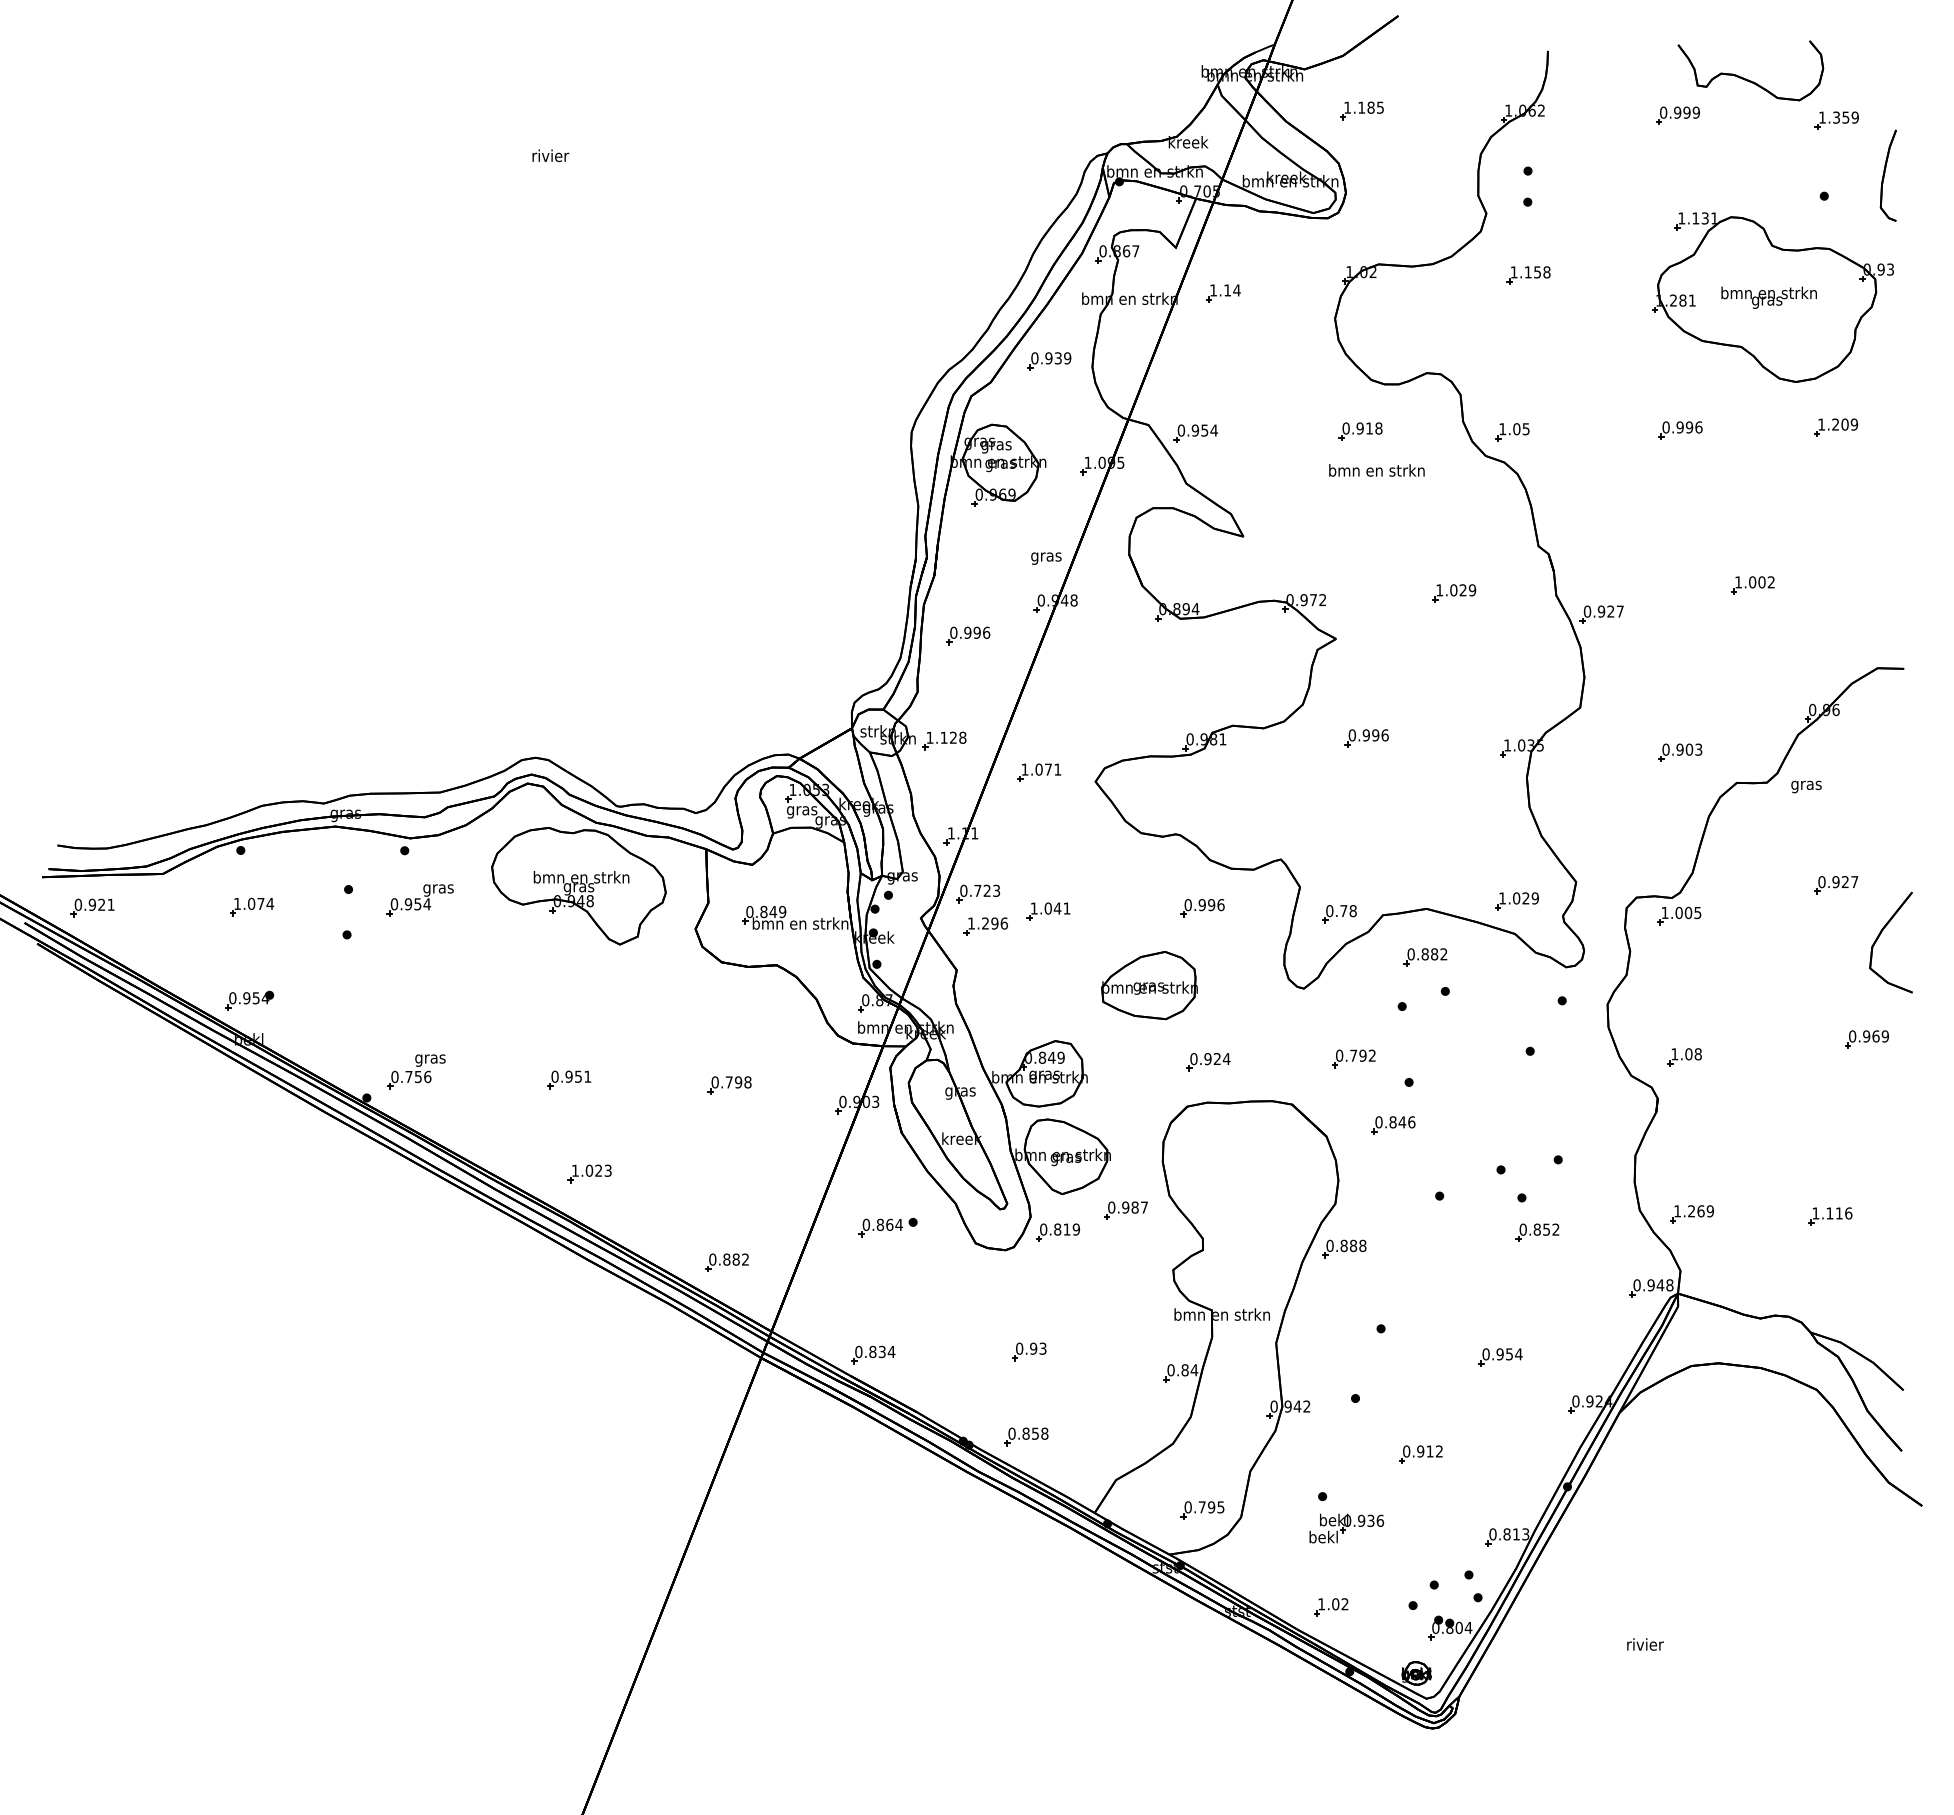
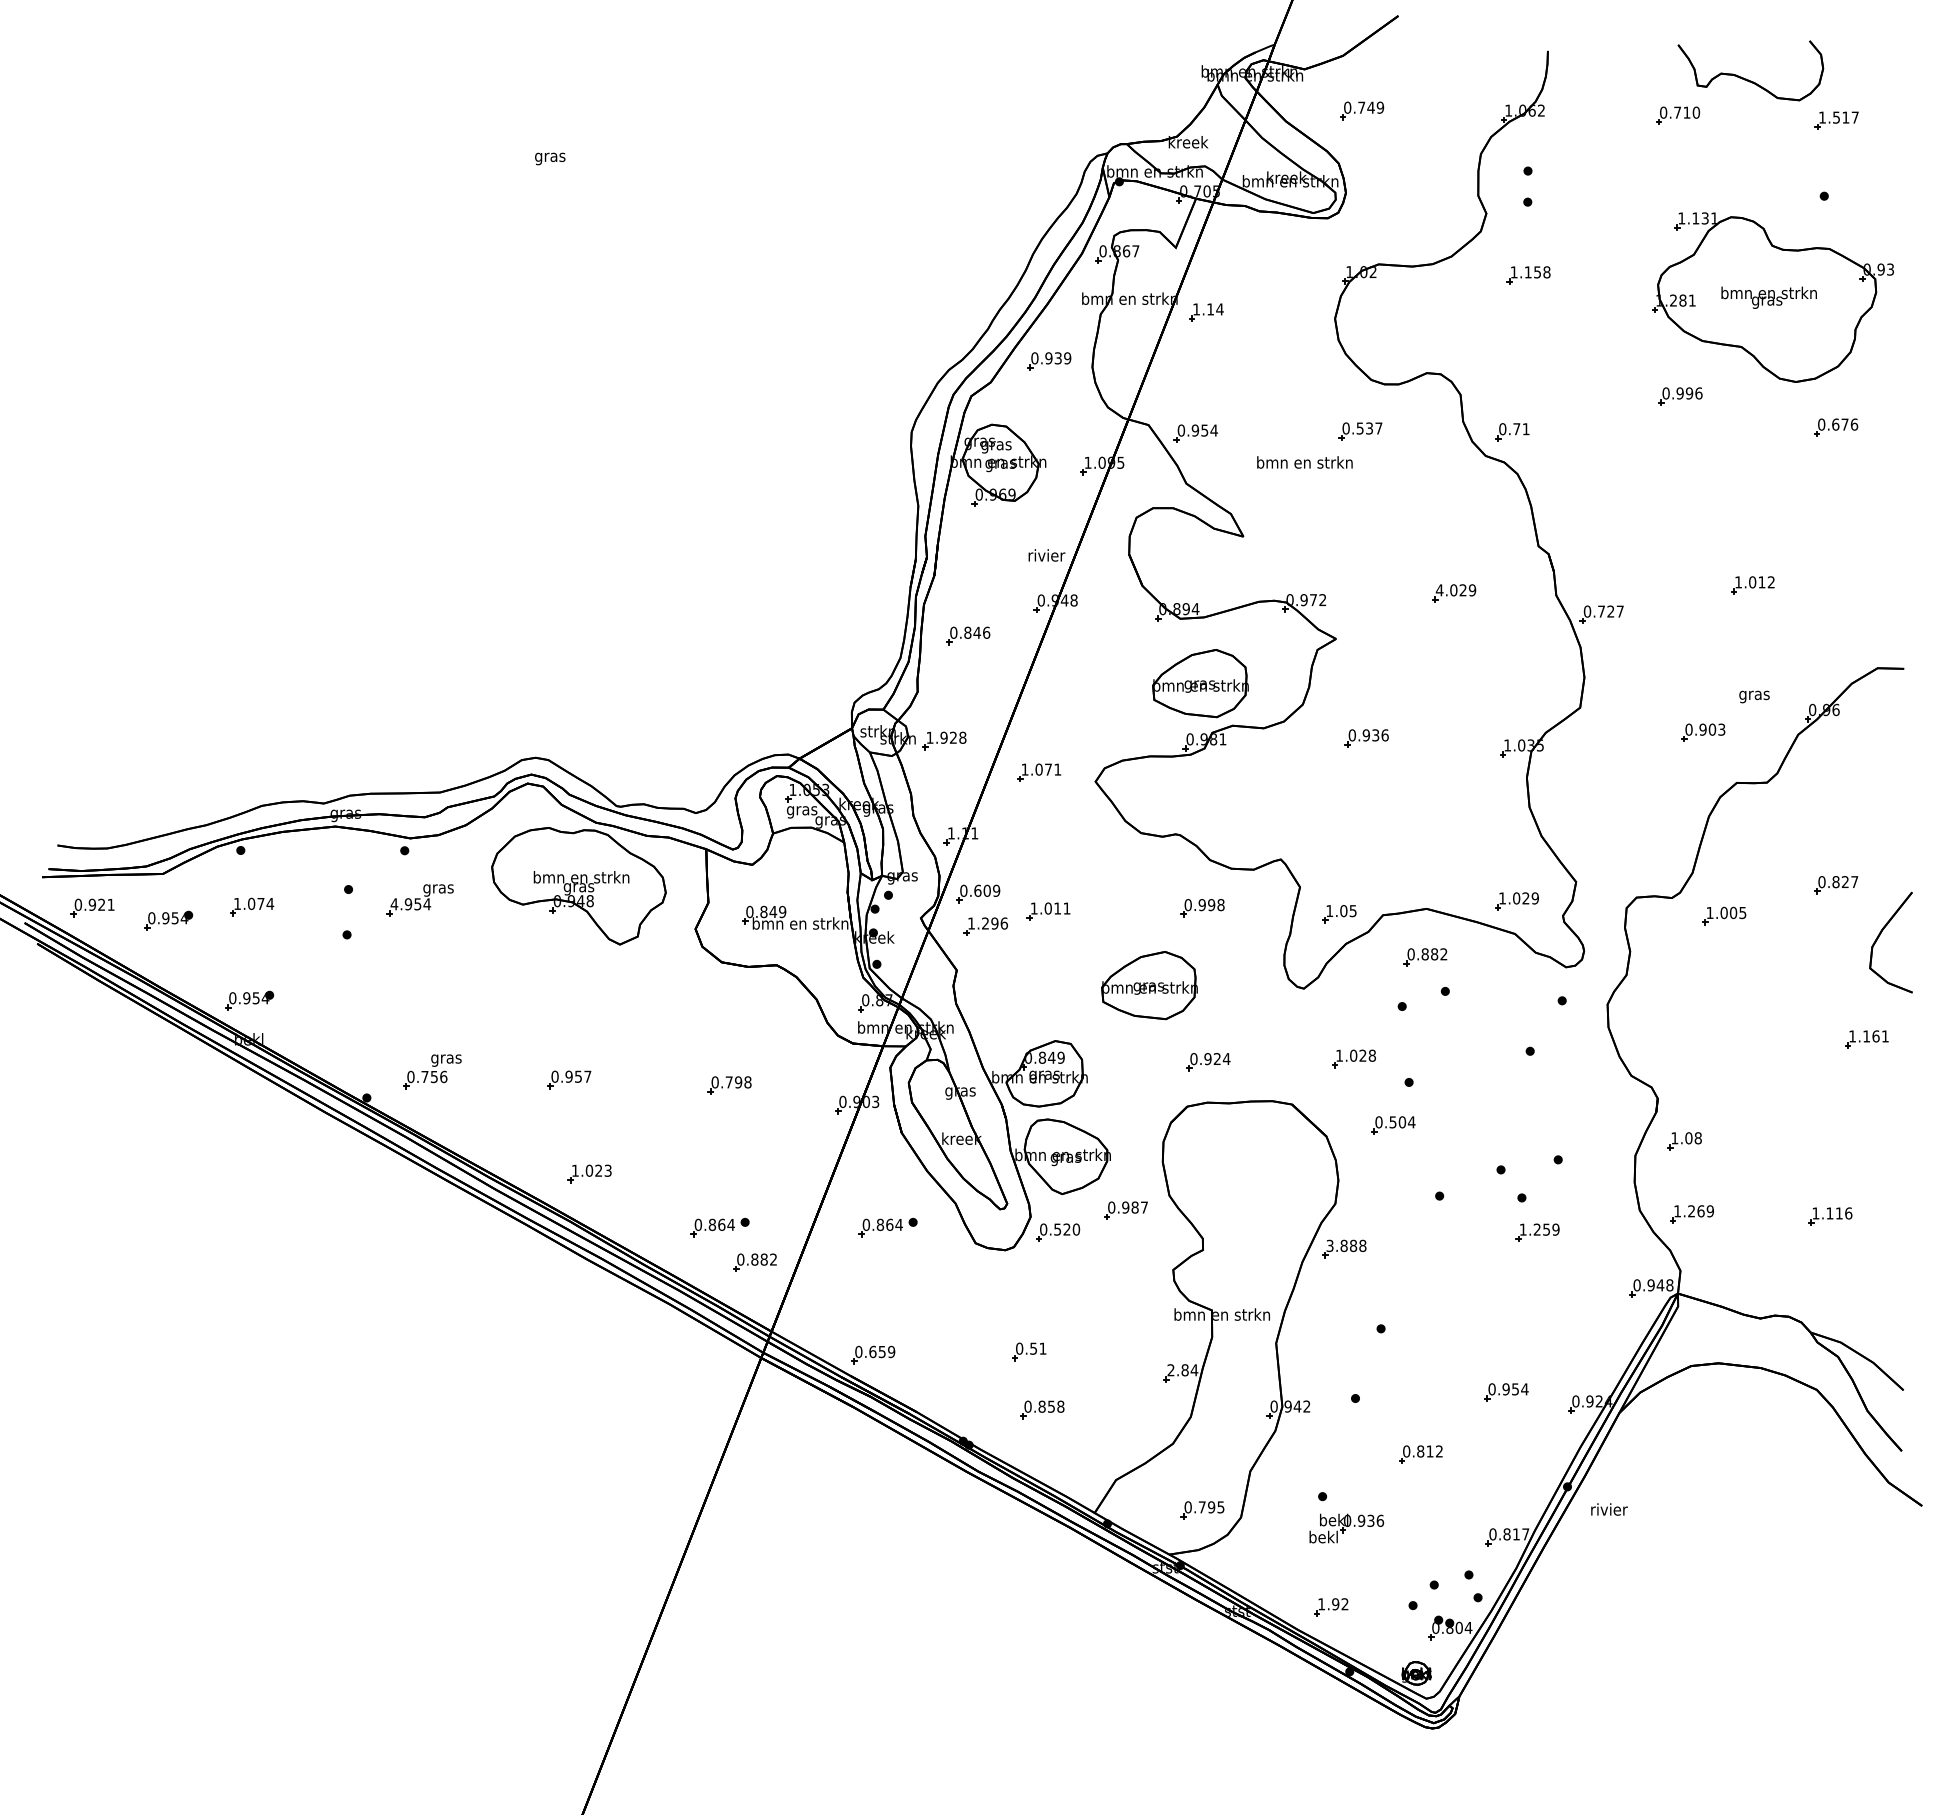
text at (1364, 107): 1.185 -> 0.749
text at (1686, 112): 0.999 -> 0.710
text at (1845, 117): 1.359 -> 1.517
text at (550, 157): rivier -> gras
part at (1887, 175): present -> none
part at (1223, 293) position: (1223, 293) -> (1206, 312)
text at (1838, 424): 1.209 -> 0.676
text at (1369, 428): 0.918 -> 0.537
text at (1514, 429): 1.05 -> 0.71
part at (1680, 430) position: (1680, 430) -> (1680, 396)
text at (1376, 470) position: (1376, 470) -> (1304, 462)
text at (1046, 556): gras -> rivier
text at (1761, 582): 1.002 -> 1.012
text at (1439, 590): 1.029 -> 4.029
text at (1601, 611): 0.927 -> 0.727
text at (972, 632): 0.996 -> 0.846
part at (1200, 683): none -> present
text at (1375, 735): 0.996 -> 0.936
text at (943, 737): 1.128 -> 1.928
part at (1680, 752) position: (1680, 752) -> (1703, 732)
text at (1806, 786) position: (1806, 786) -> (1754, 696)
text at (1835, 882): 0.927 -> 0.827
text at (987, 890): 0.723 -> 0.609
text at (394, 904): 0.954 -> 4.954
text at (1220, 904): 0.996 -> 0.998
text at (1057, 908): 1.041 -> 1.011
text at (1341, 911): 0.78 -> 1.05
part at (1679, 915) position: (1679, 915) -> (1724, 915)
part at (168, 920): none -> present
text at (1868, 1036): 0.969 -> 1.161
text at (1355, 1055): 0.792 -> 1.028
part at (1684, 1057) position: (1684, 1057) -> (1684, 1141)
part at (416, 1071) position: (416, 1071) -> (432, 1071)
text at (587, 1076): 0.951 -> 0.957
text at (1402, 1122): 0.846 -> 0.504
part at (719, 1227): none -> present
text at (1066, 1229): 0.819 -> 0.520
text at (1539, 1229): 0.852 -> 1.259
text at (1329, 1245): 0.888 -> 3.888
part at (726, 1262) position: (726, 1262) -> (754, 1262)
text at (1038, 1348): 0.93 -> 0.51
text at (882, 1351): 0.834 -> 0.659
part at (1500, 1357) position: (1500, 1357) -> (1506, 1392)
text at (1170, 1370): 0.84 -> 2.84
part at (1026, 1436) position: (1026, 1436) -> (1042, 1409)
text at (1420, 1451): 0.912 -> 0.812
text at (1525, 1534): 0.813 -> 0.817
text at (1335, 1604): 1.02 -> 1.92
text at (1645, 1644) position: (1645, 1644) -> (1609, 1509)
